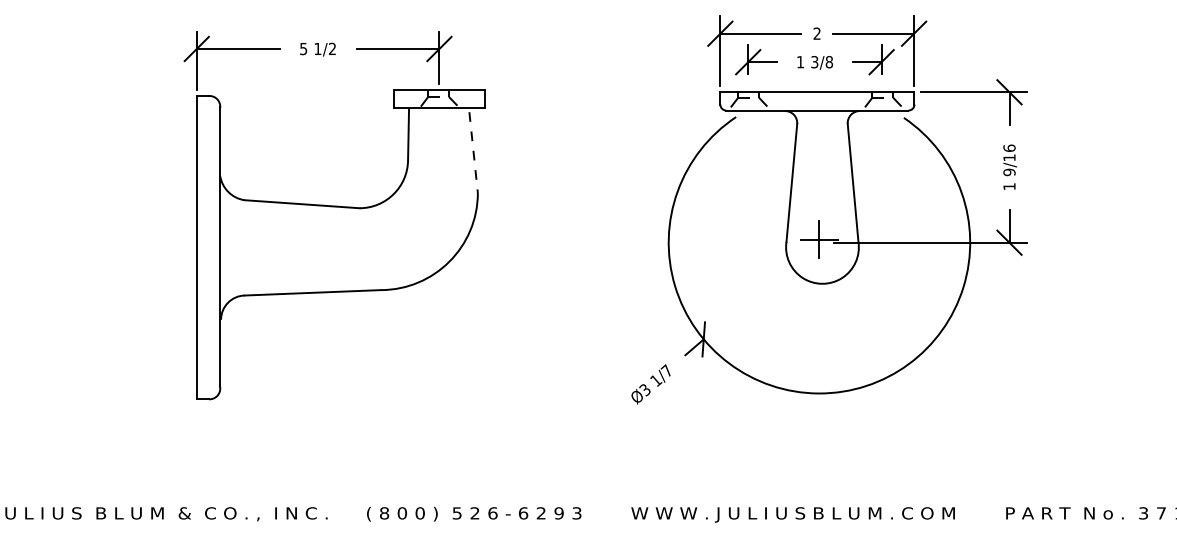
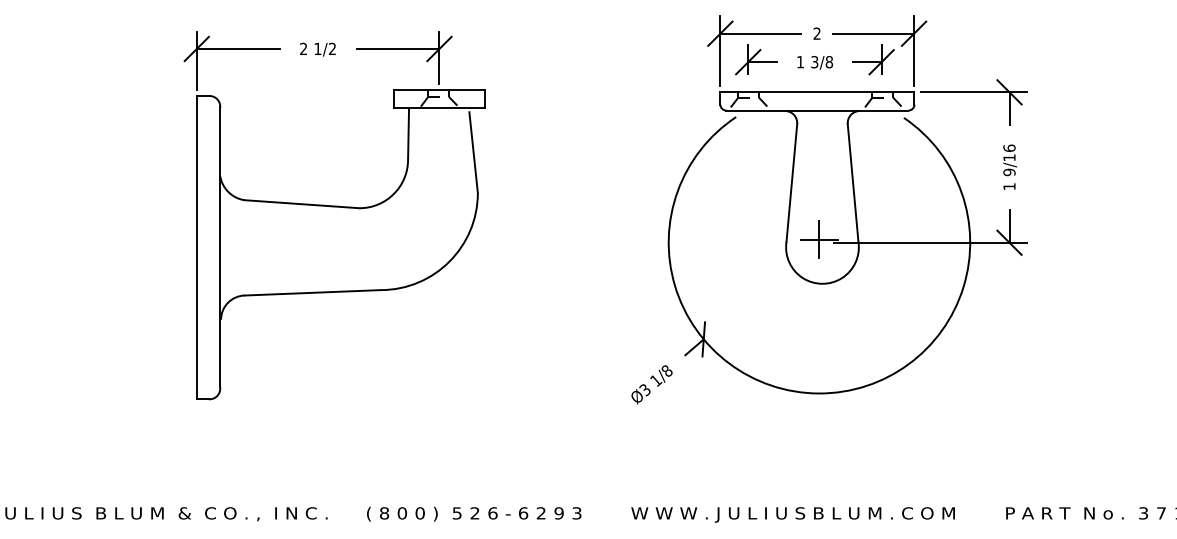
text at (303, 48): 5 -> 2
line at (473, 152): dashed -> solid
text at (666, 370): 1/7 -> 1/8
